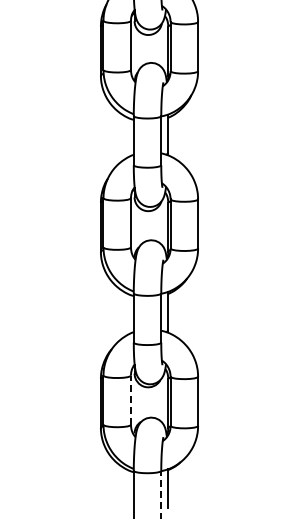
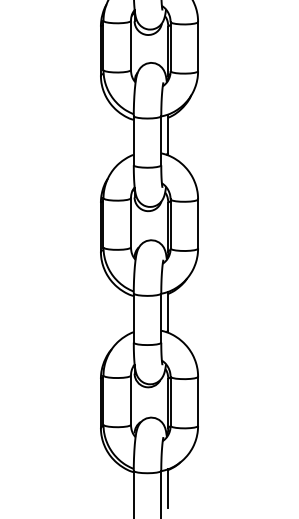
line at (130, 400): dashed -> solid
line at (161, 494): dashed -> solid
